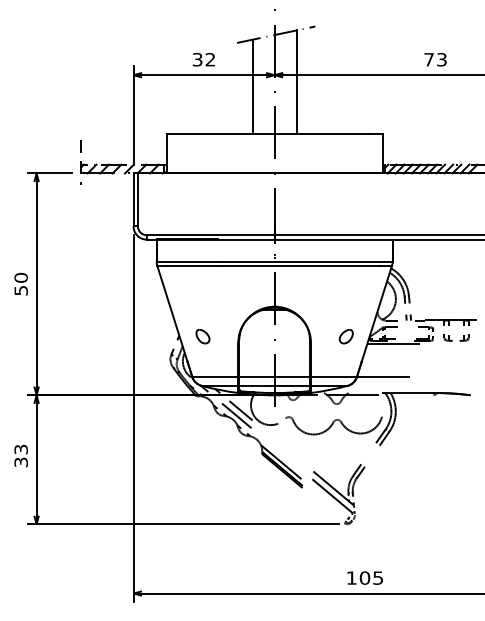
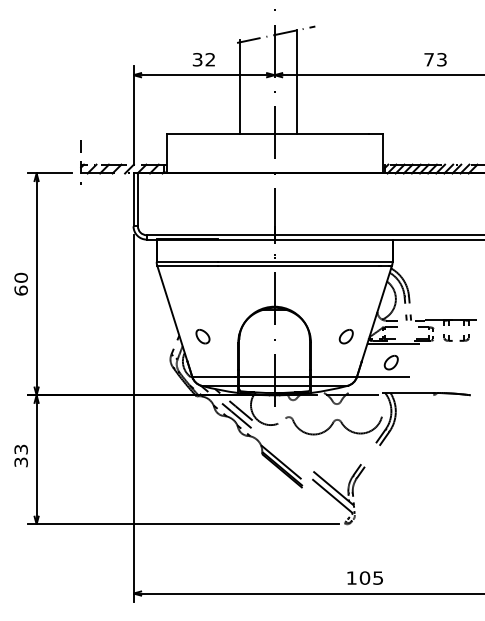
line at (252, 86) position: (252, 86) -> (239, 86)
text at (20, 290): 50 -> 60
part at (390, 362): none -> present
